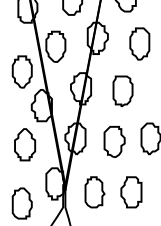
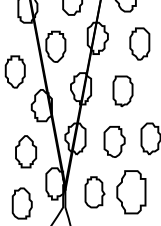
part at (21, 71) position: (21, 71) -> (14, 71)
part at (25, 144) position: (25, 144) -> (26, 151)
part at (131, 192) size: 23x33 px -> 31x45 px
